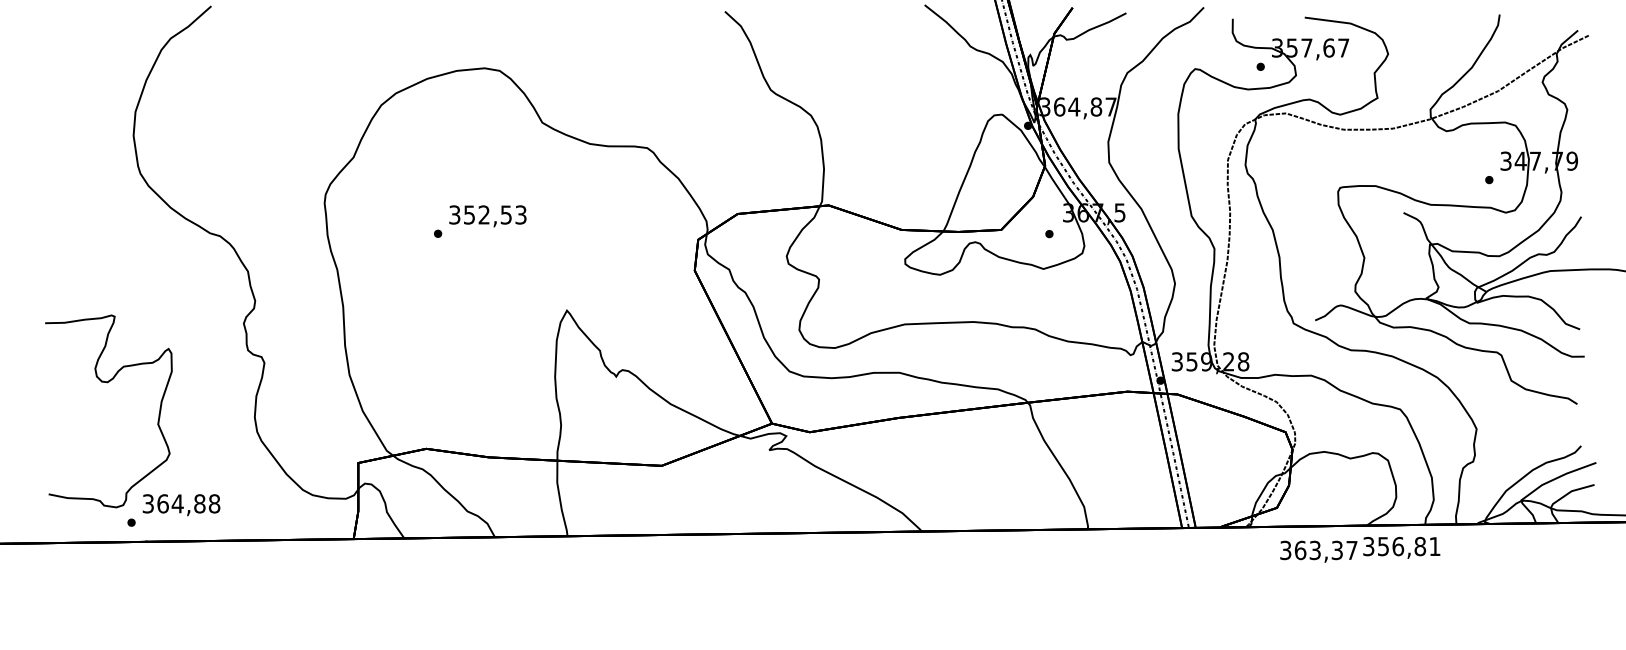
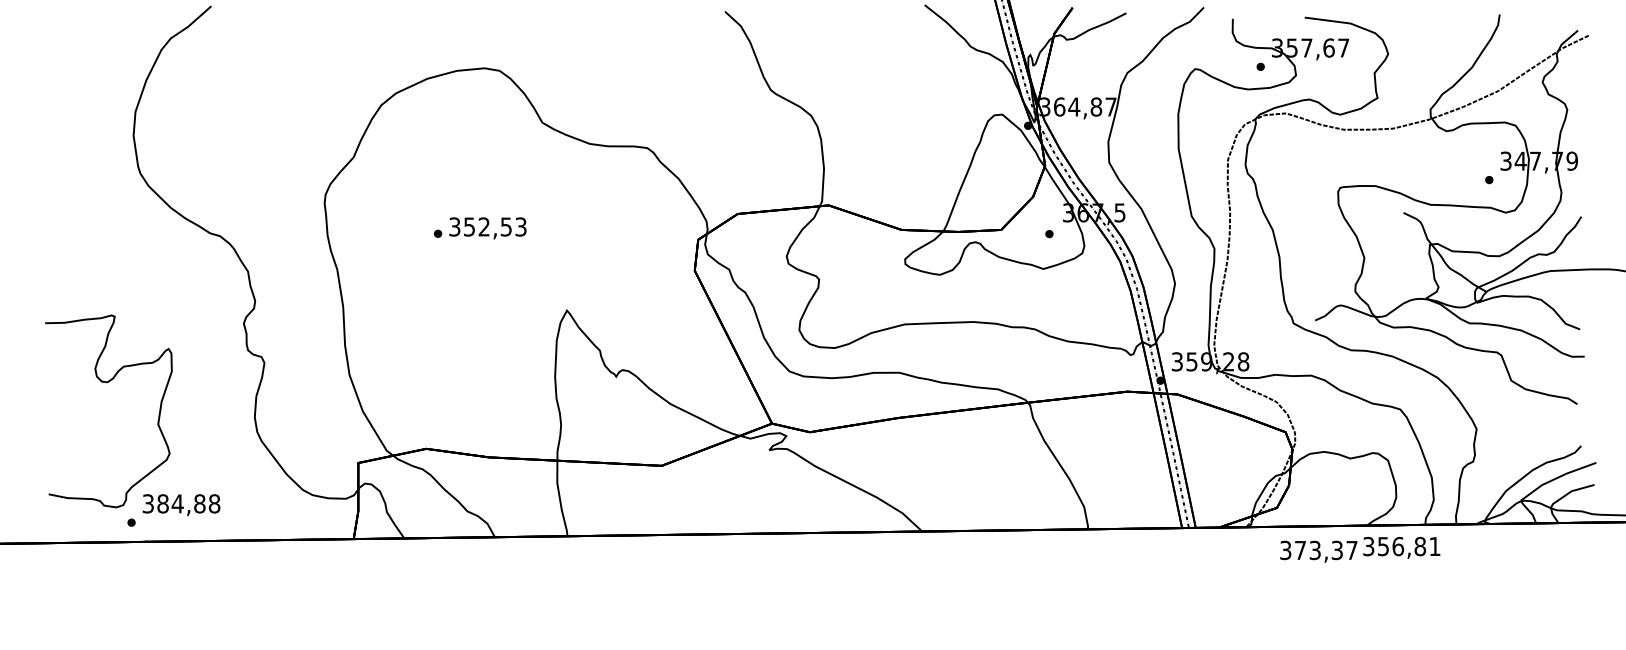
text at (487, 216) position: (487, 216) -> (487, 228)
text at (162, 503): 364,88 -> 384,88
text at (1300, 550): 363,37 -> 373,37
